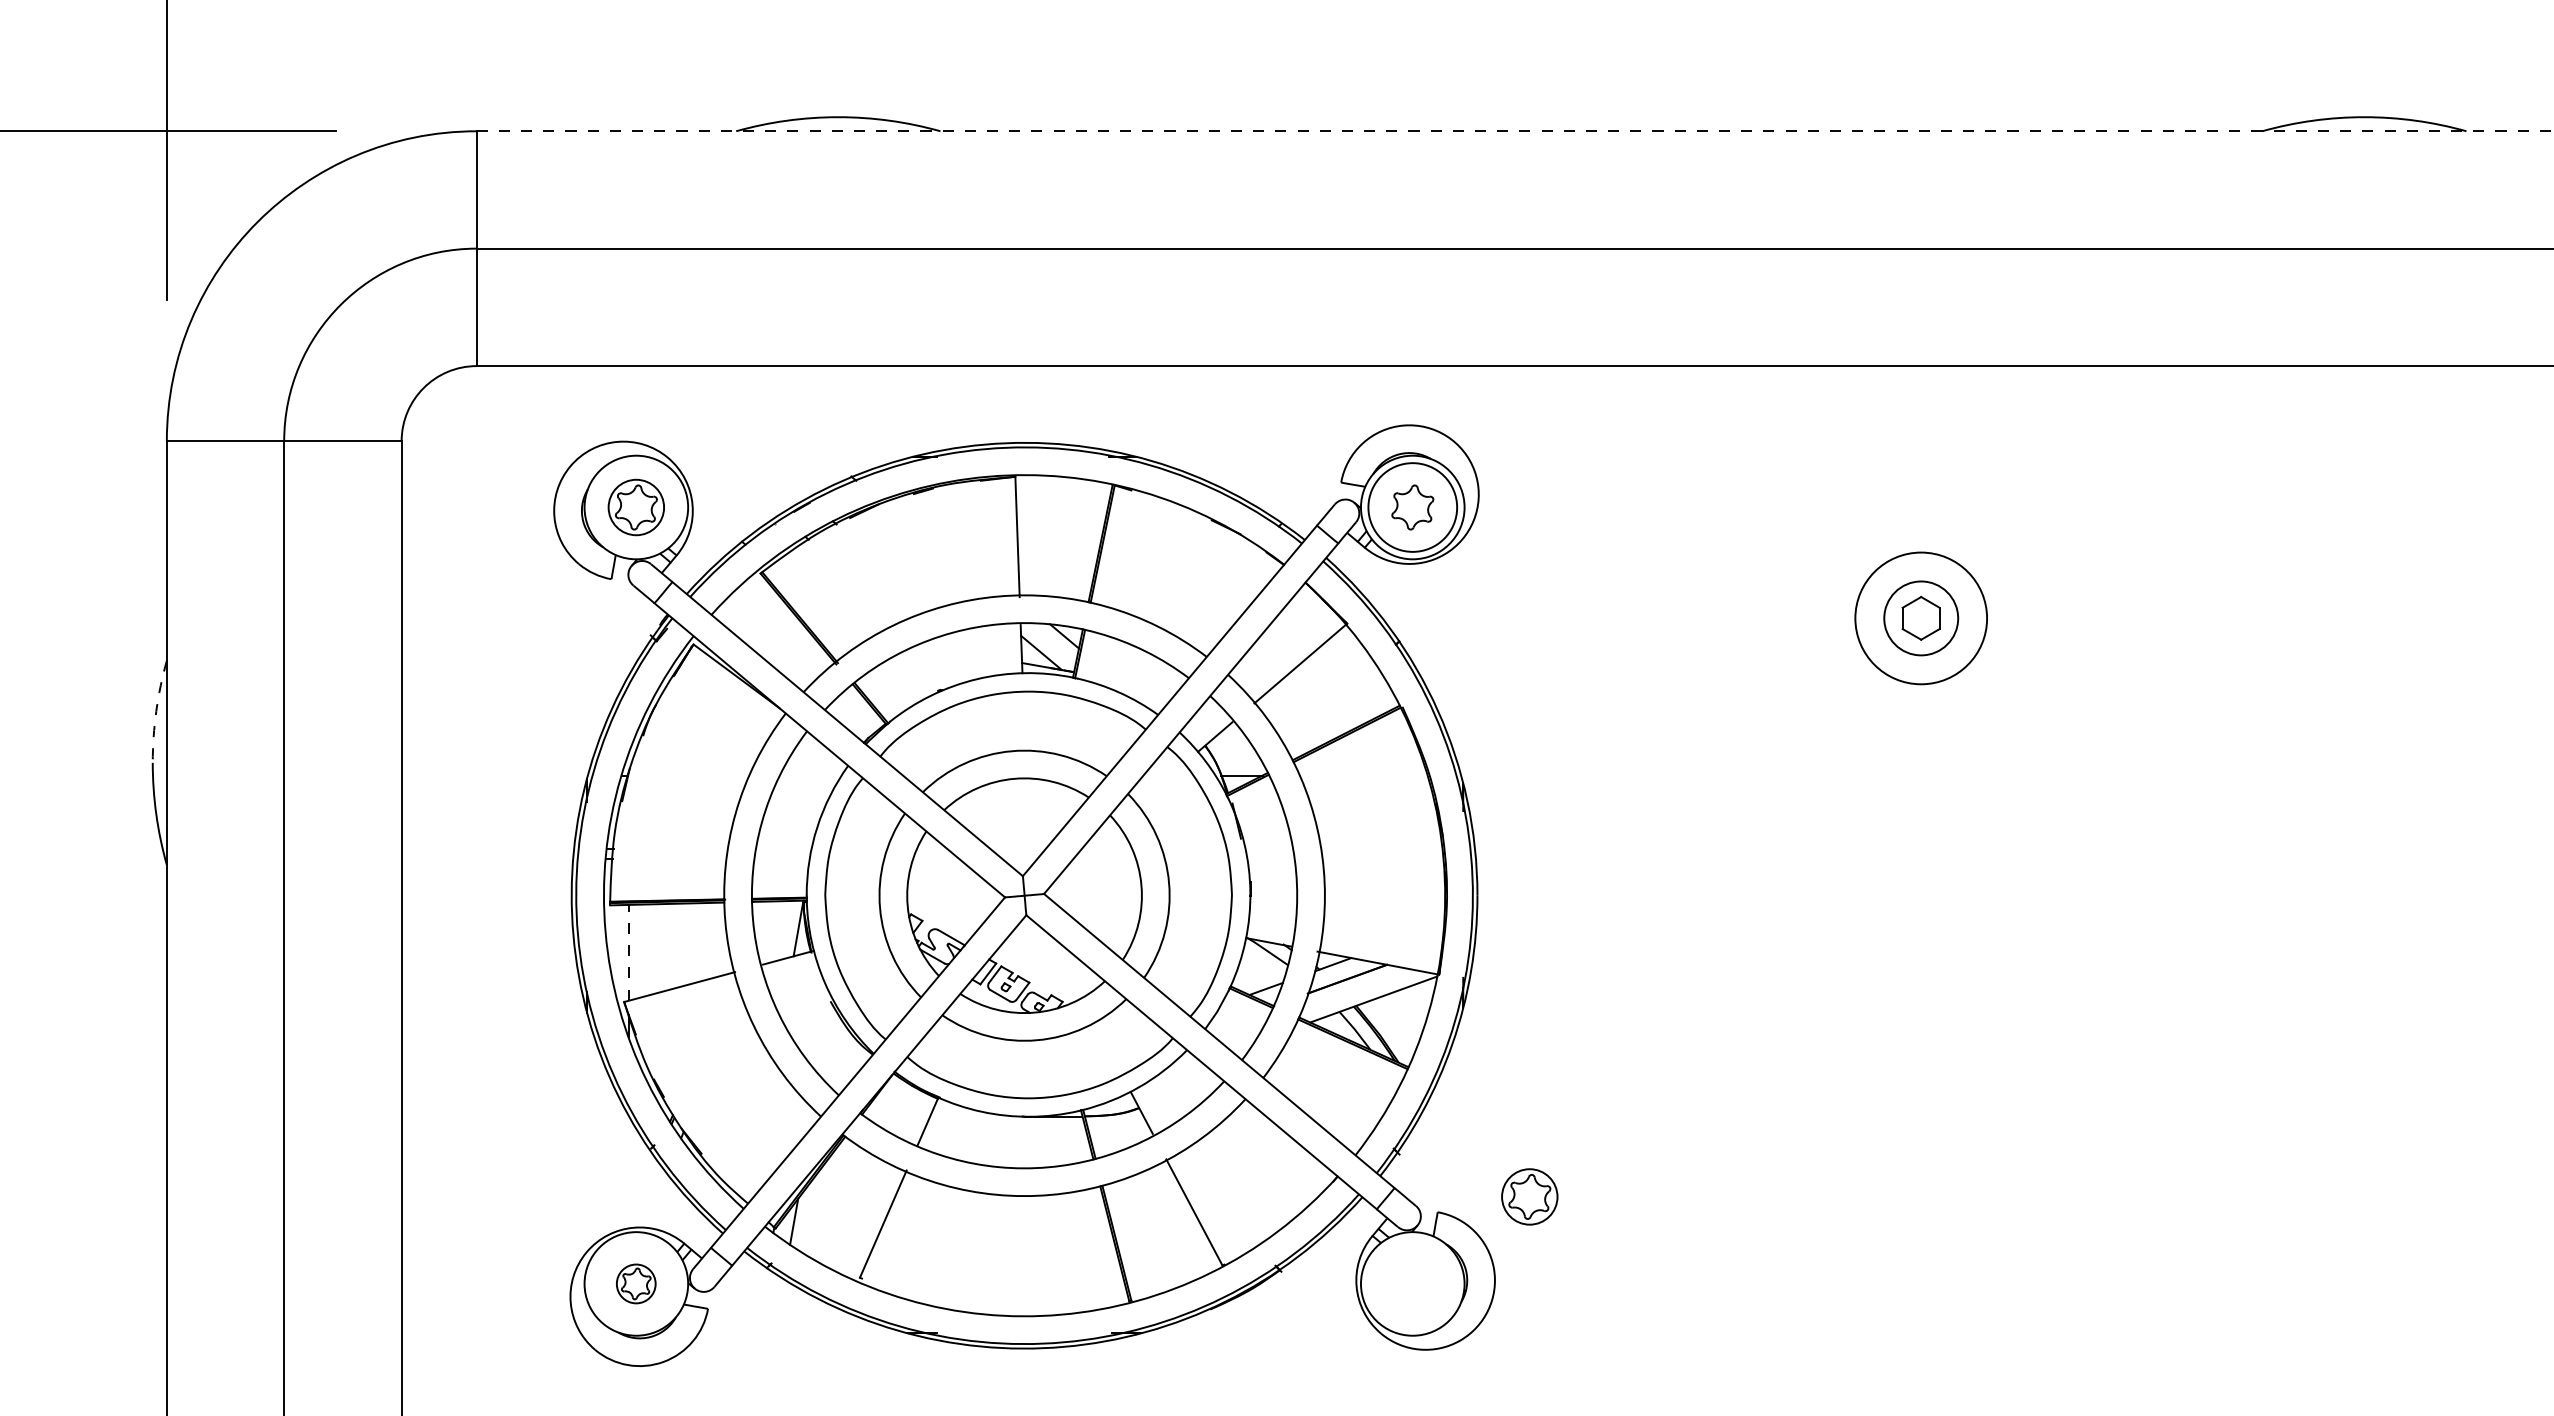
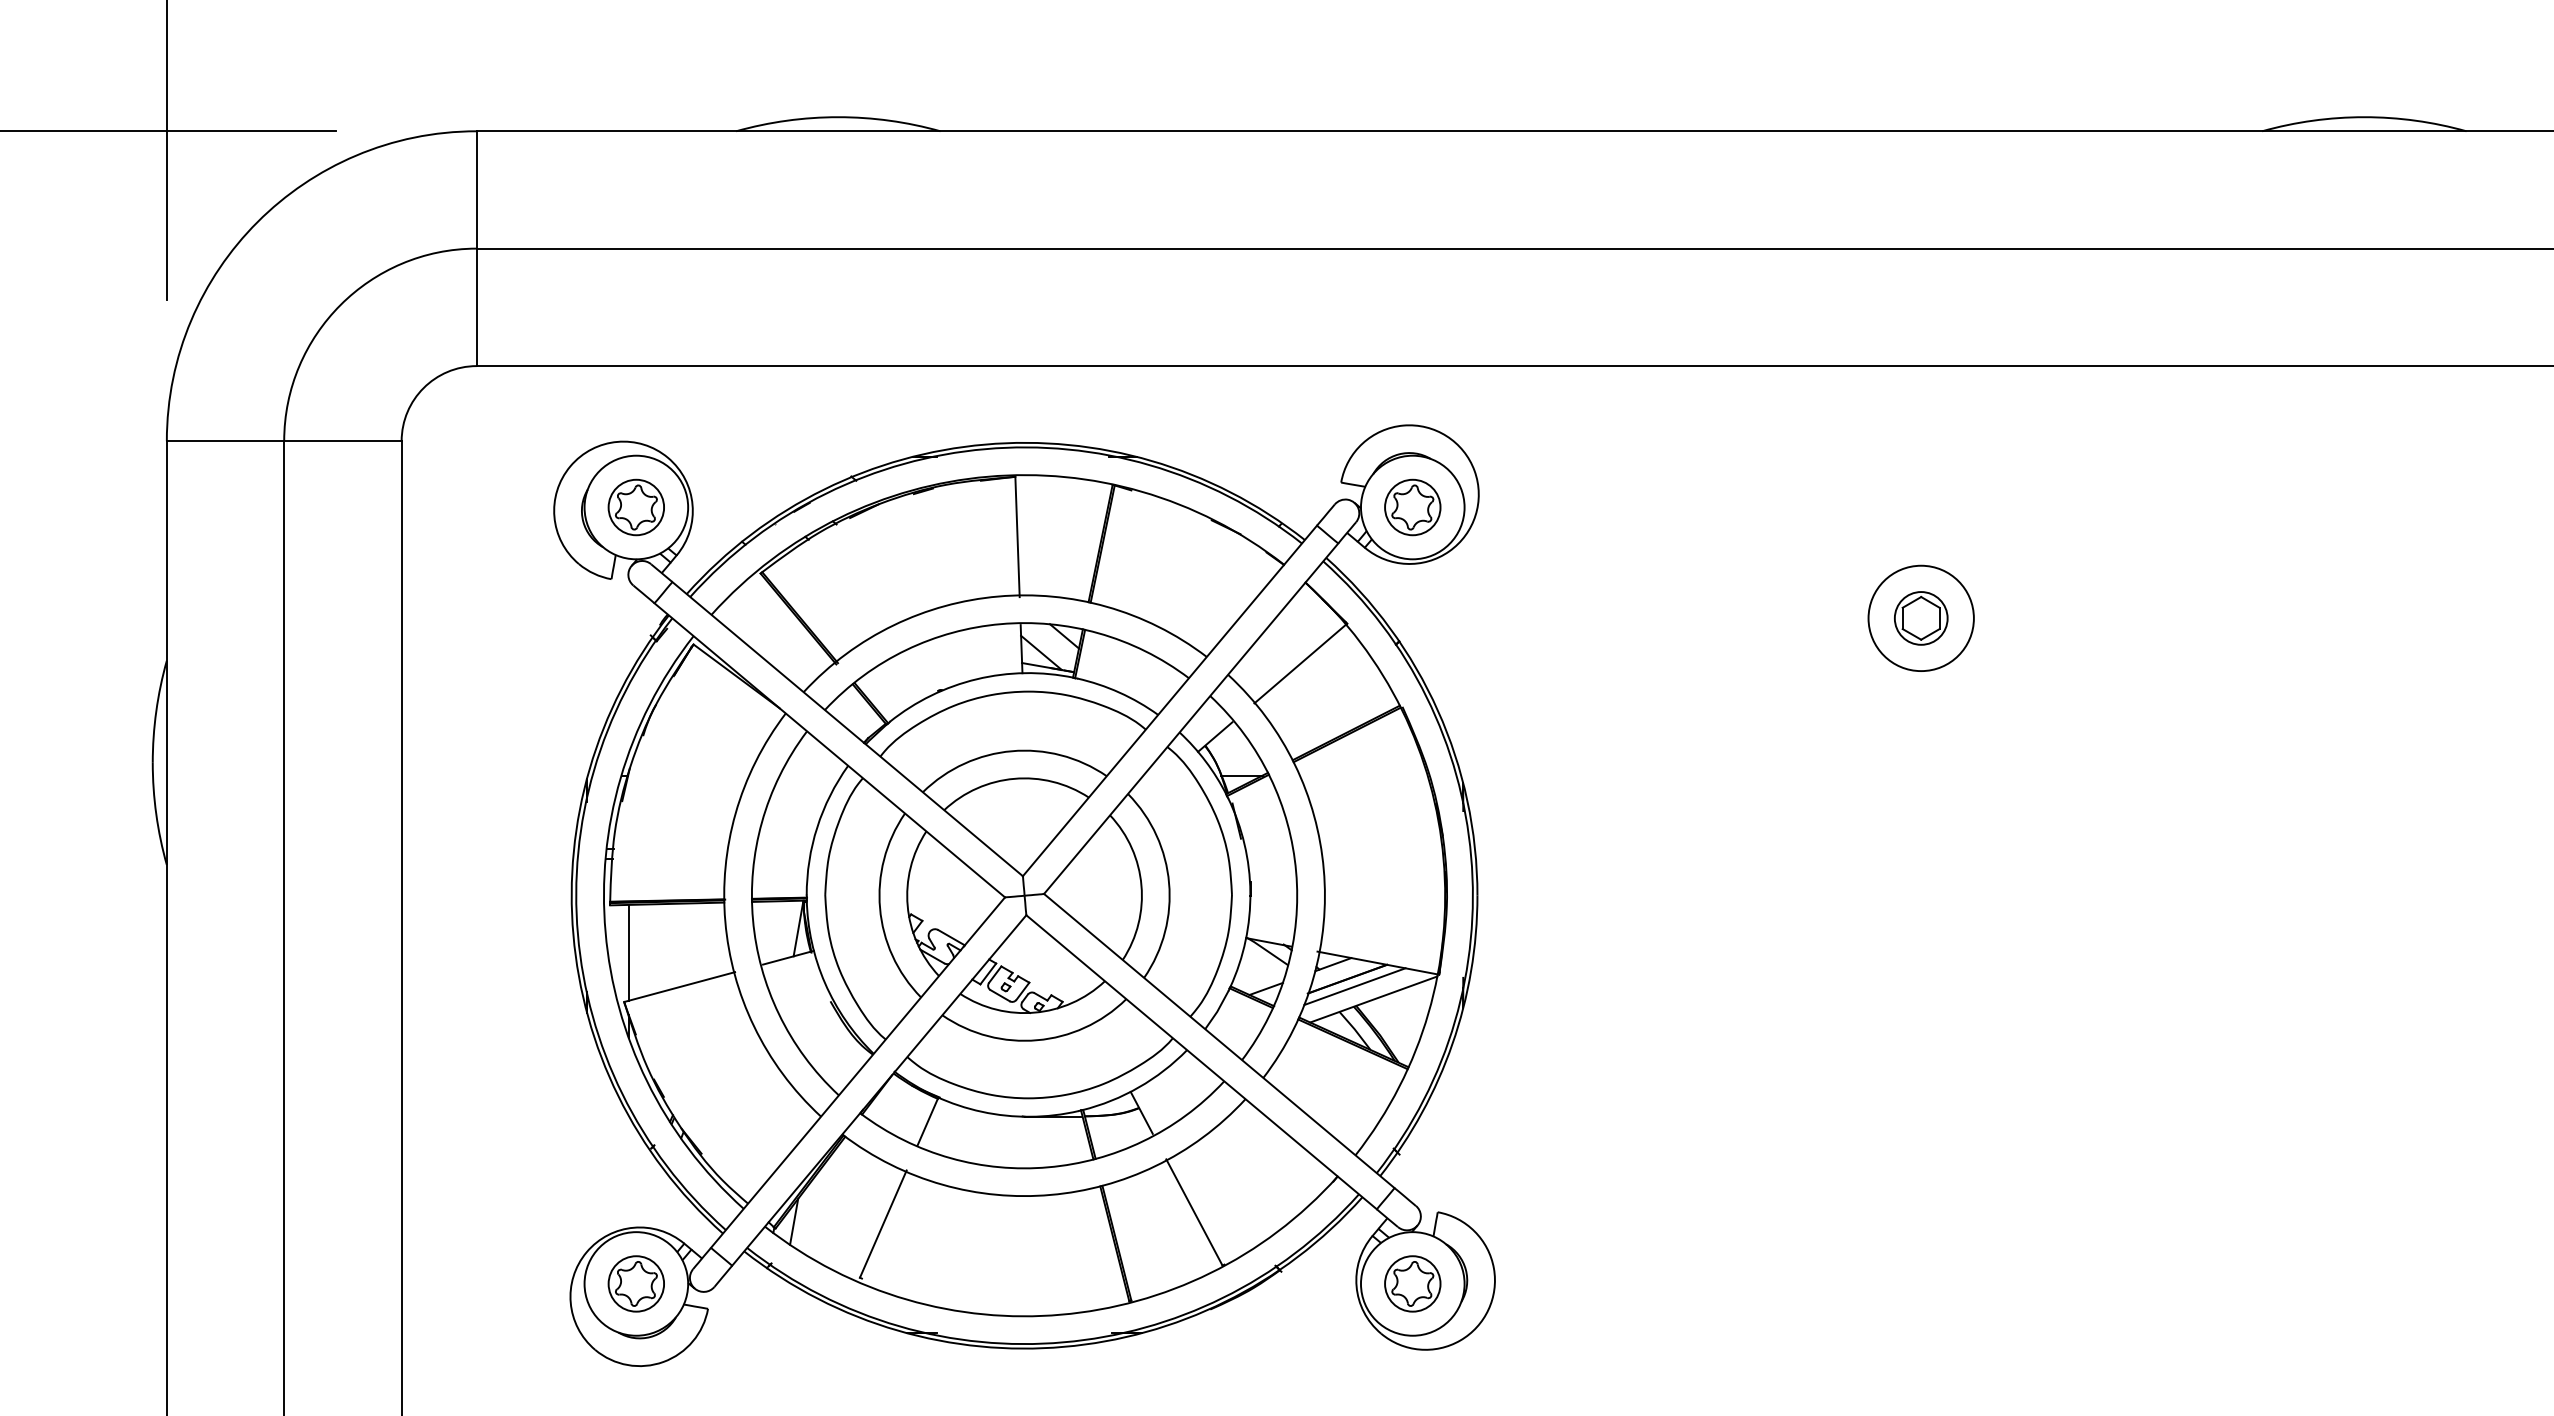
line at (1515, 131): dashed -> solid
circle at (1412, 507) diameter: 89 px -> 55 px
circle at (1921, 618) diameter: 132 px -> 105 px
circle at (1921, 618) diameter: 74 px -> 53 px
arc at (156, 711): dashed -> solid
line at (629, 952): dashed -> solid
line at (1354, 986): none -> present
part at (1529, 1196) position: (1529, 1196) -> (1412, 1283)
part at (636, 1283) size: 41x42 px -> 58x58 px
